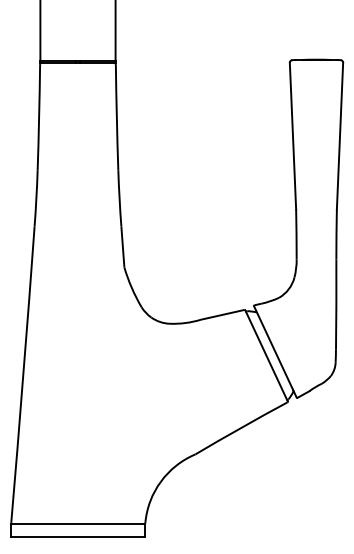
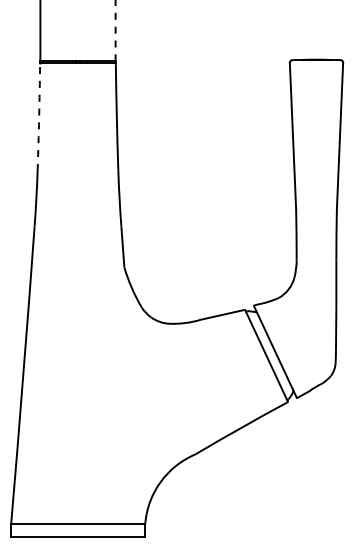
line at (115, 32): solid -> dashed
arc at (39, 117): solid -> dashed
